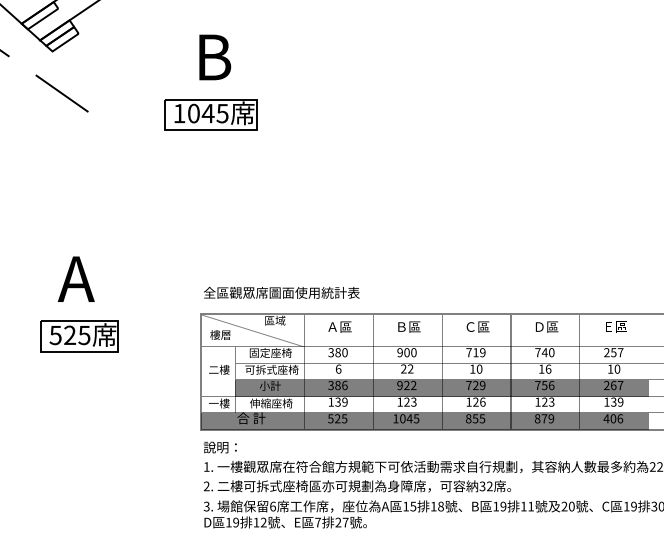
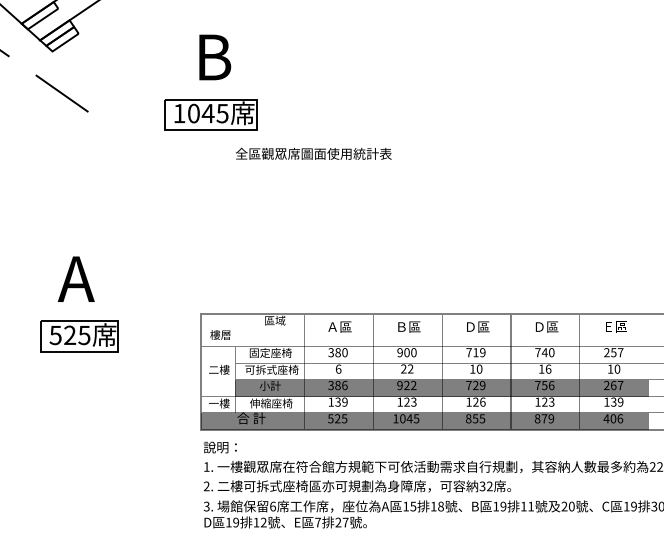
text at (281, 292) position: (281, 292) -> (313, 153)
text at (470, 326): Ｃ區 -> Ｄ區
fill at (252, 330): present -> none
